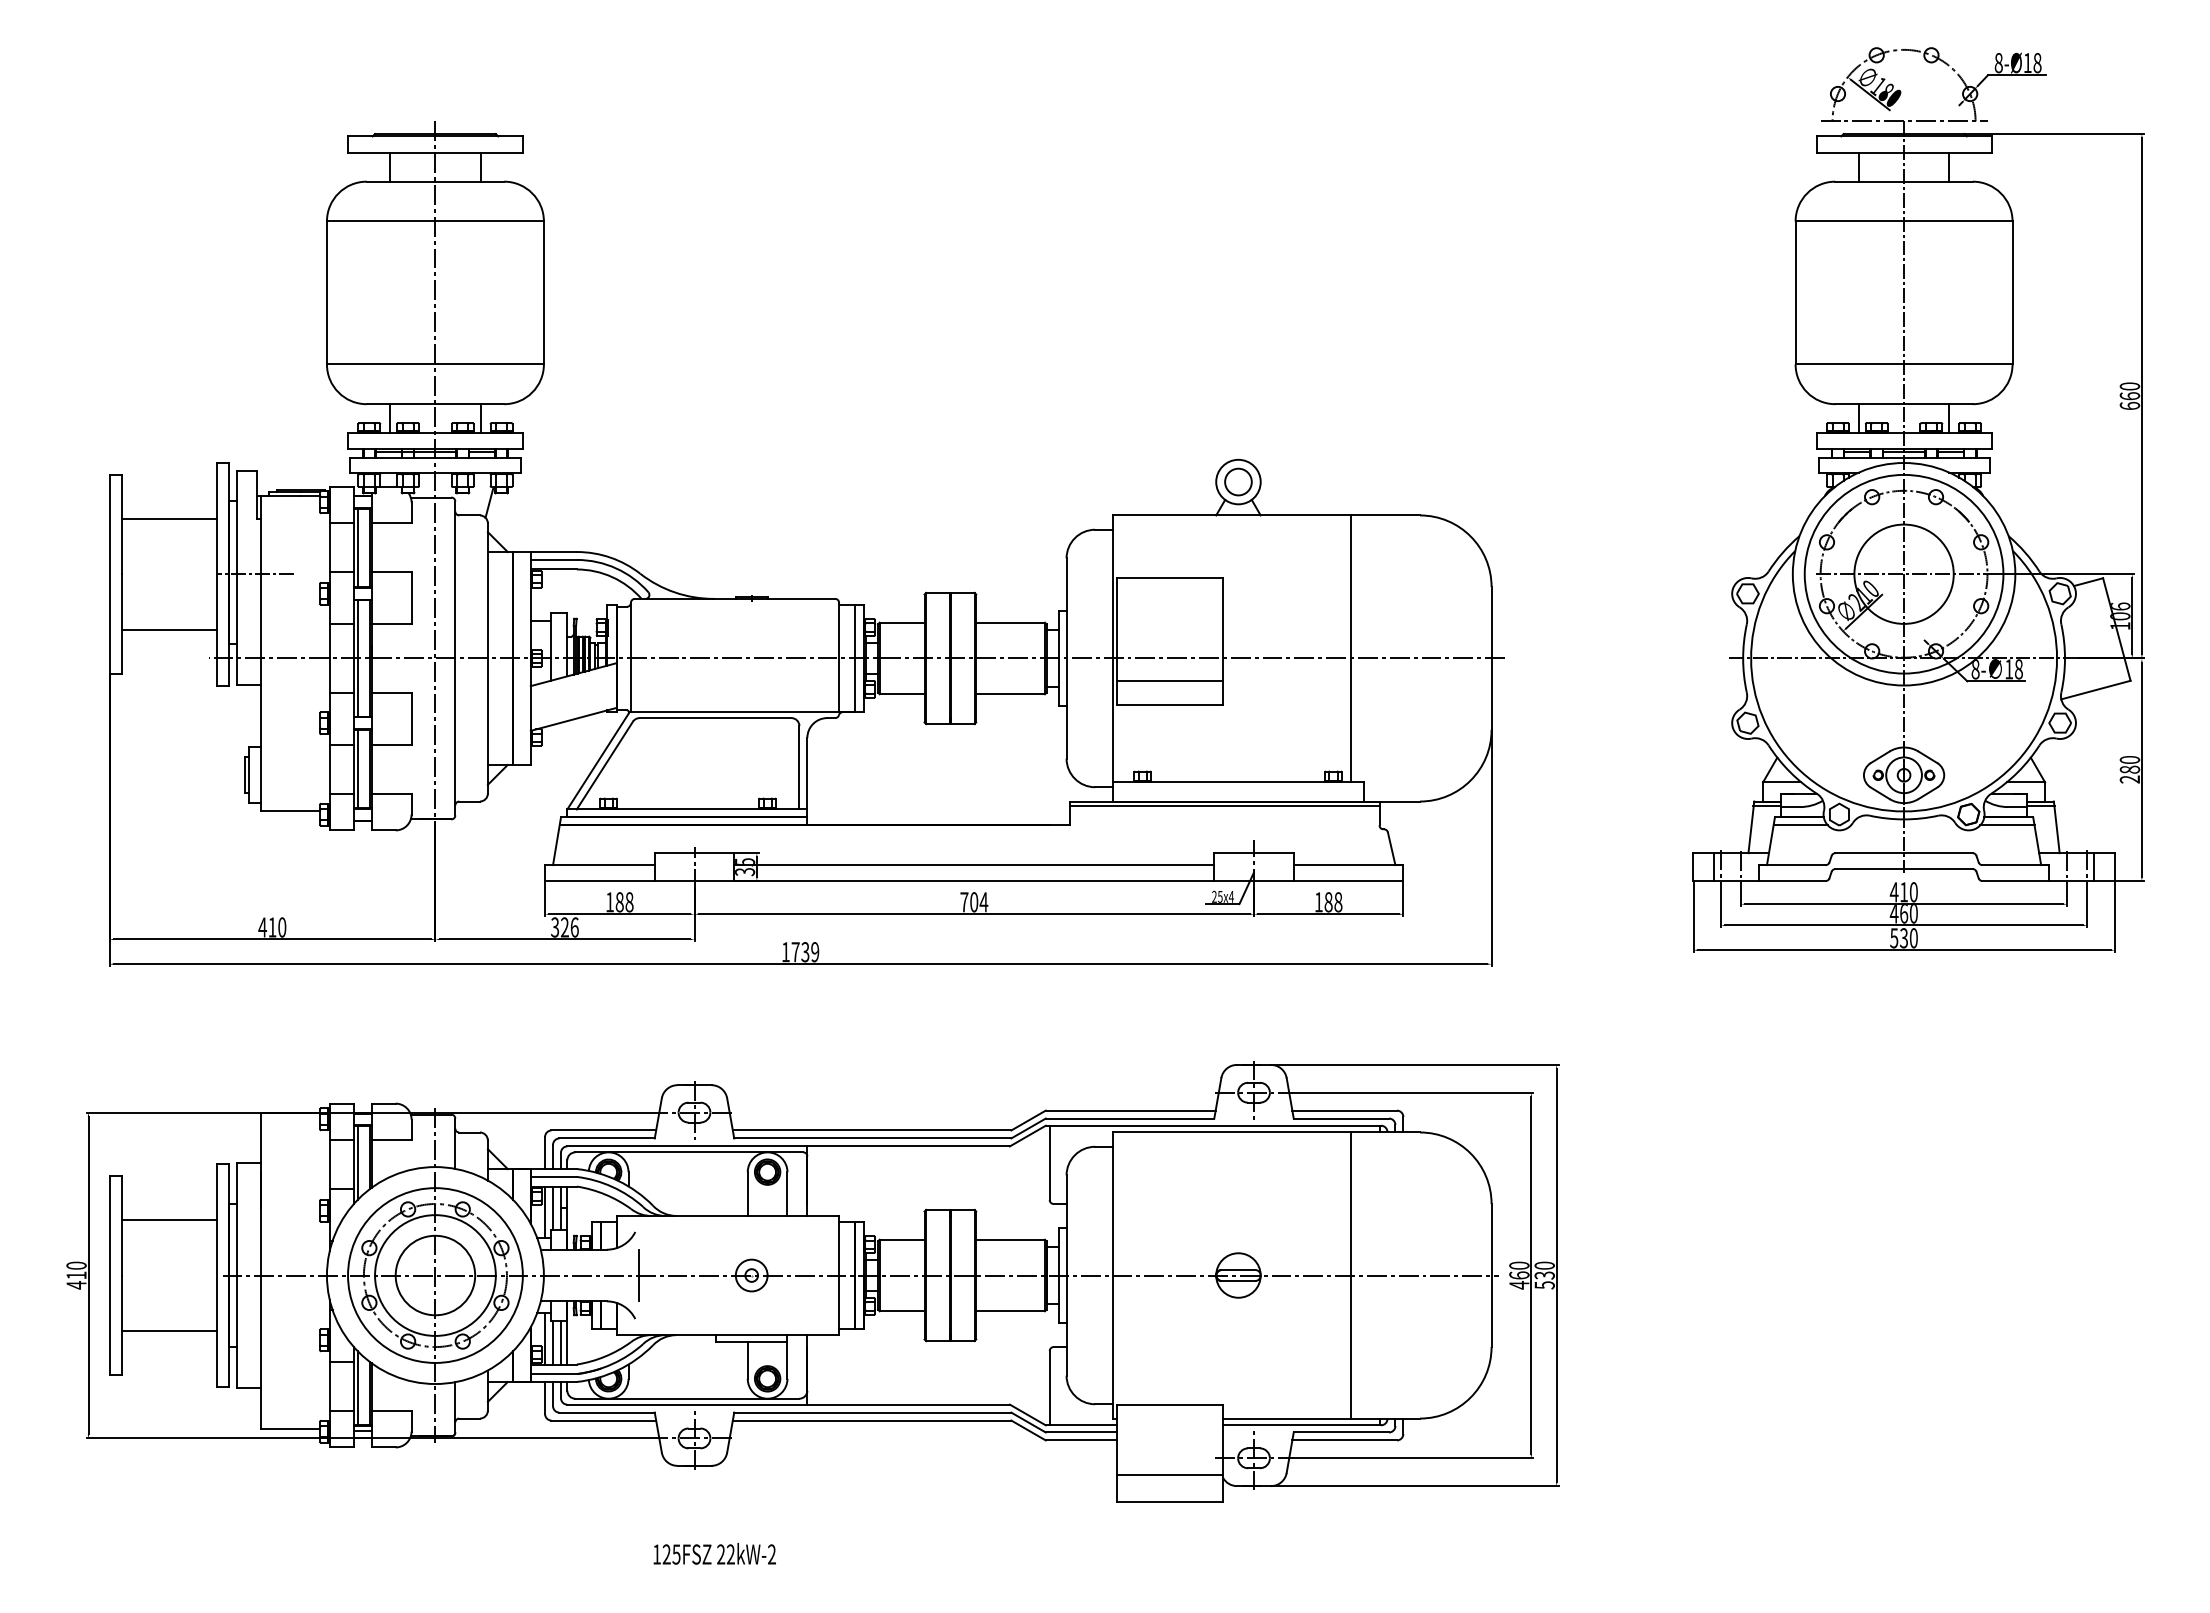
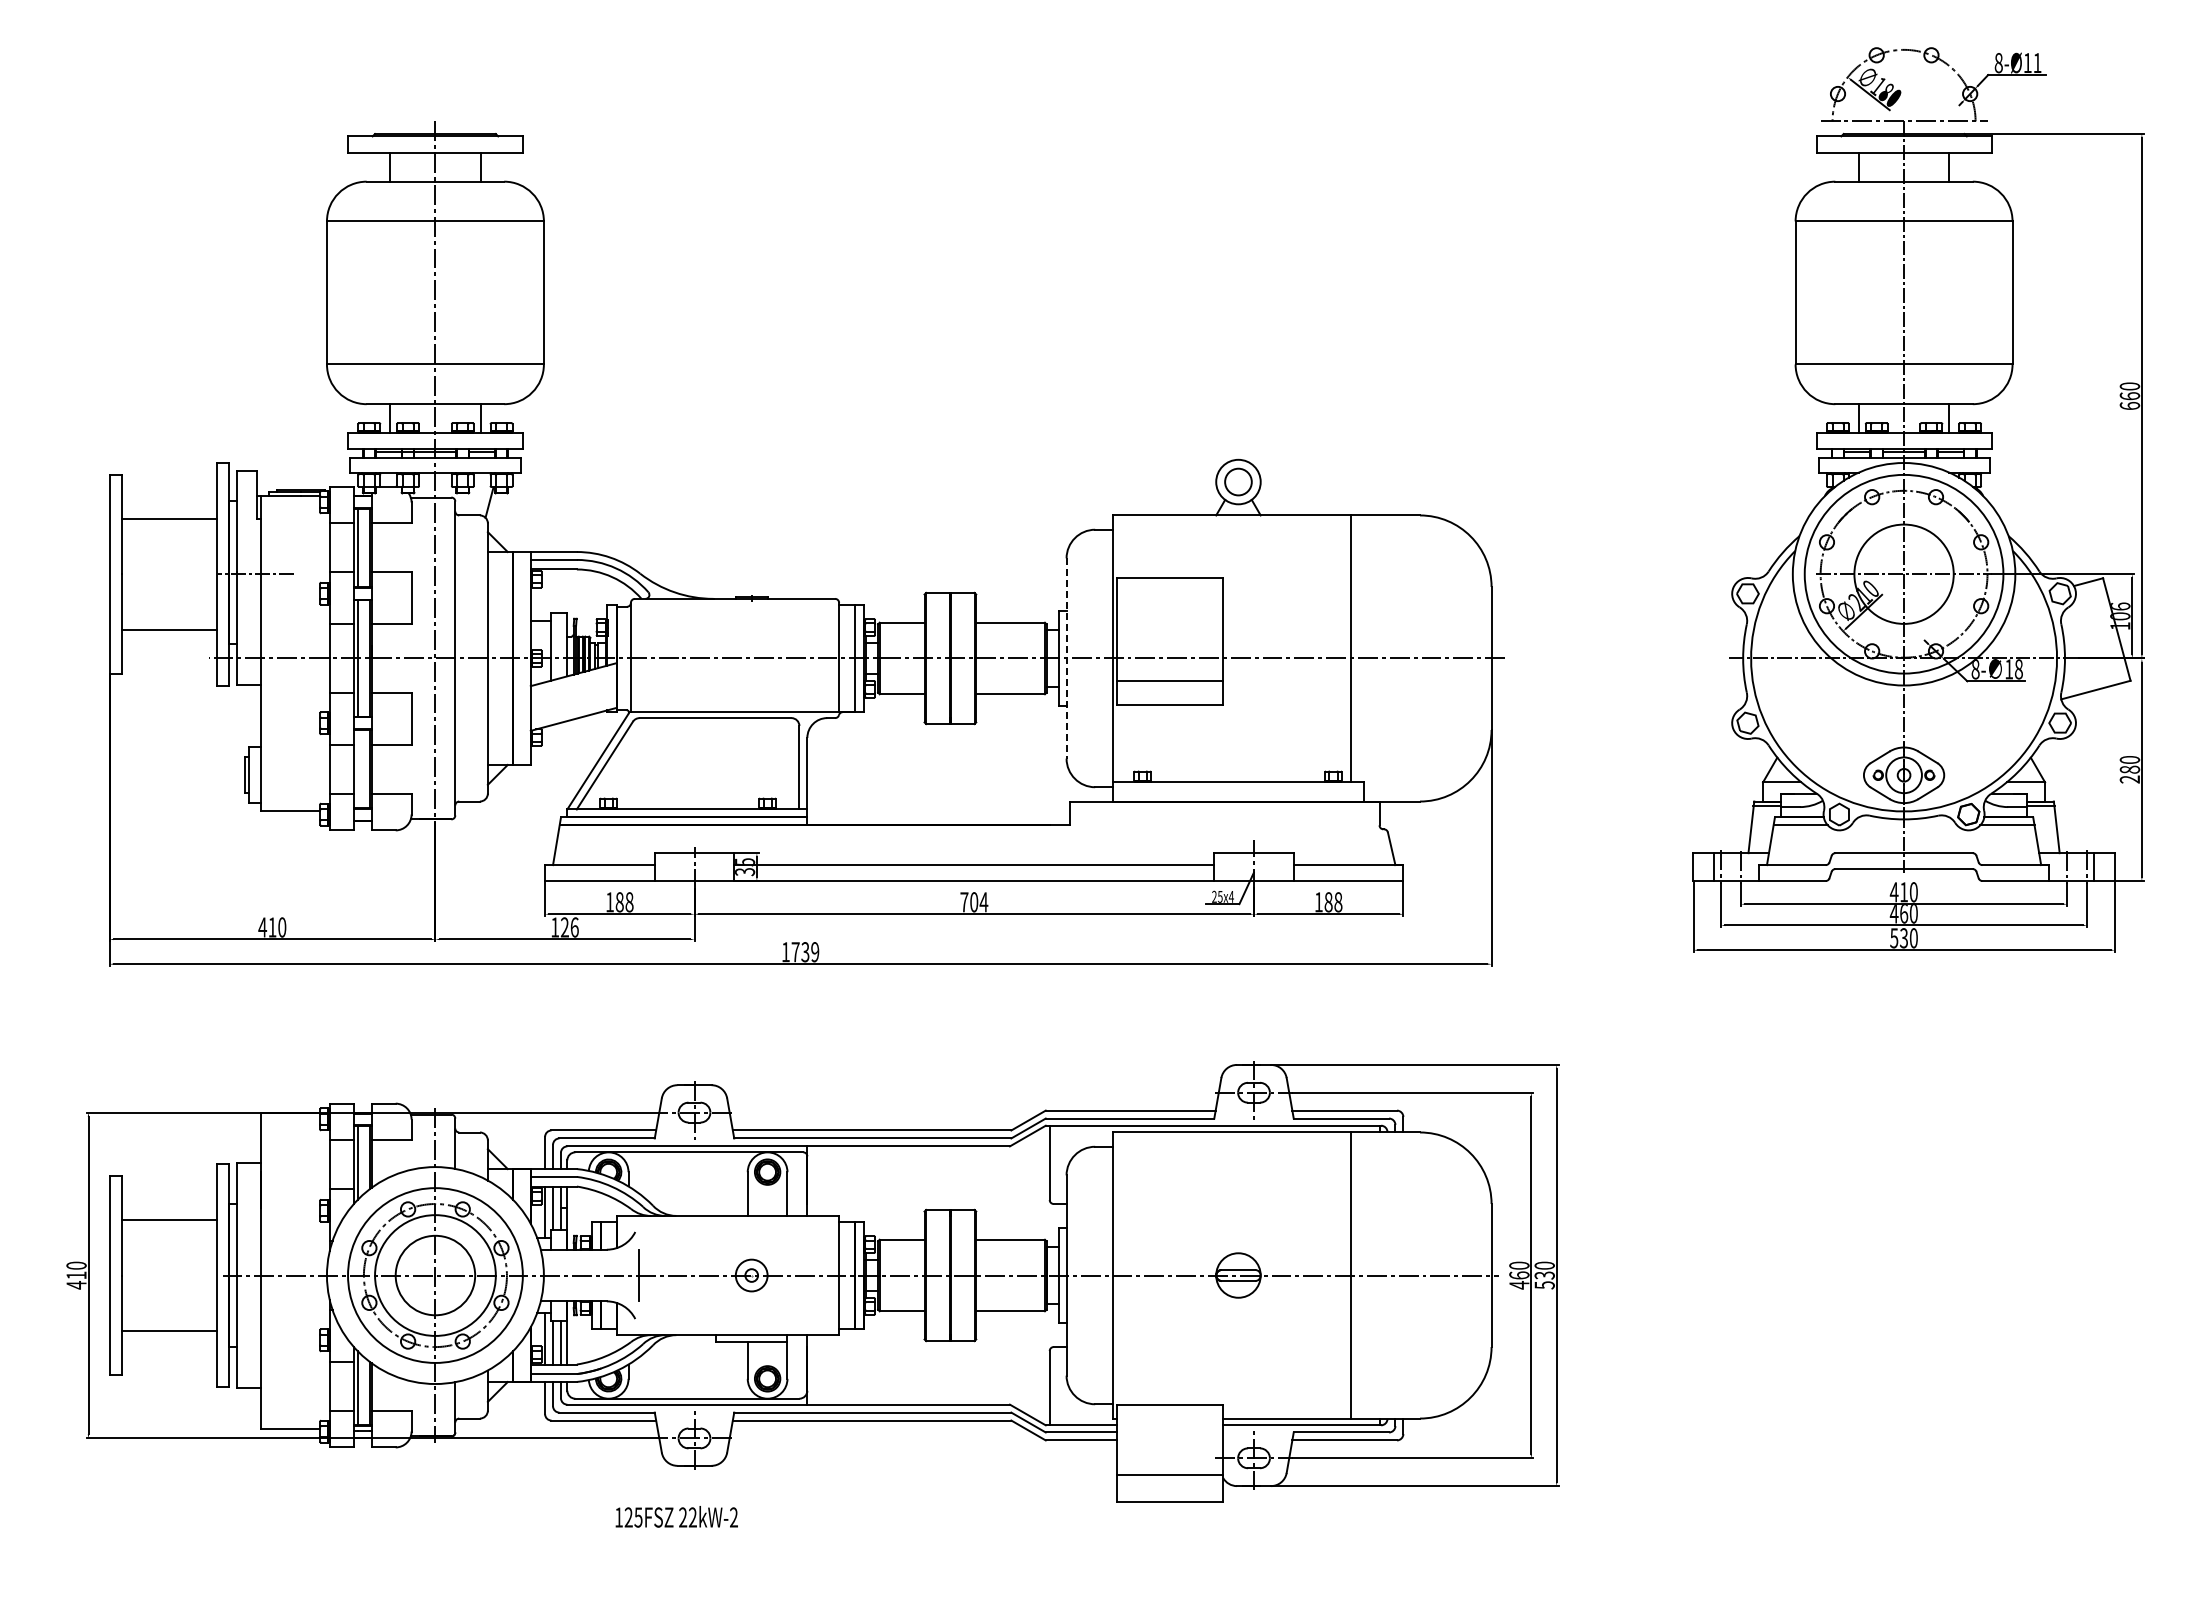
text at (2037, 63): 8-Ø18 -> 8-Ø11
line at (1066, 658): solid -> dashed
line at (357, 768): present -> none
line at (1224, 805): present -> none
text at (555, 927): 326 -> 126
text at (714, 1553) position: (714, 1553) -> (676, 1516)
